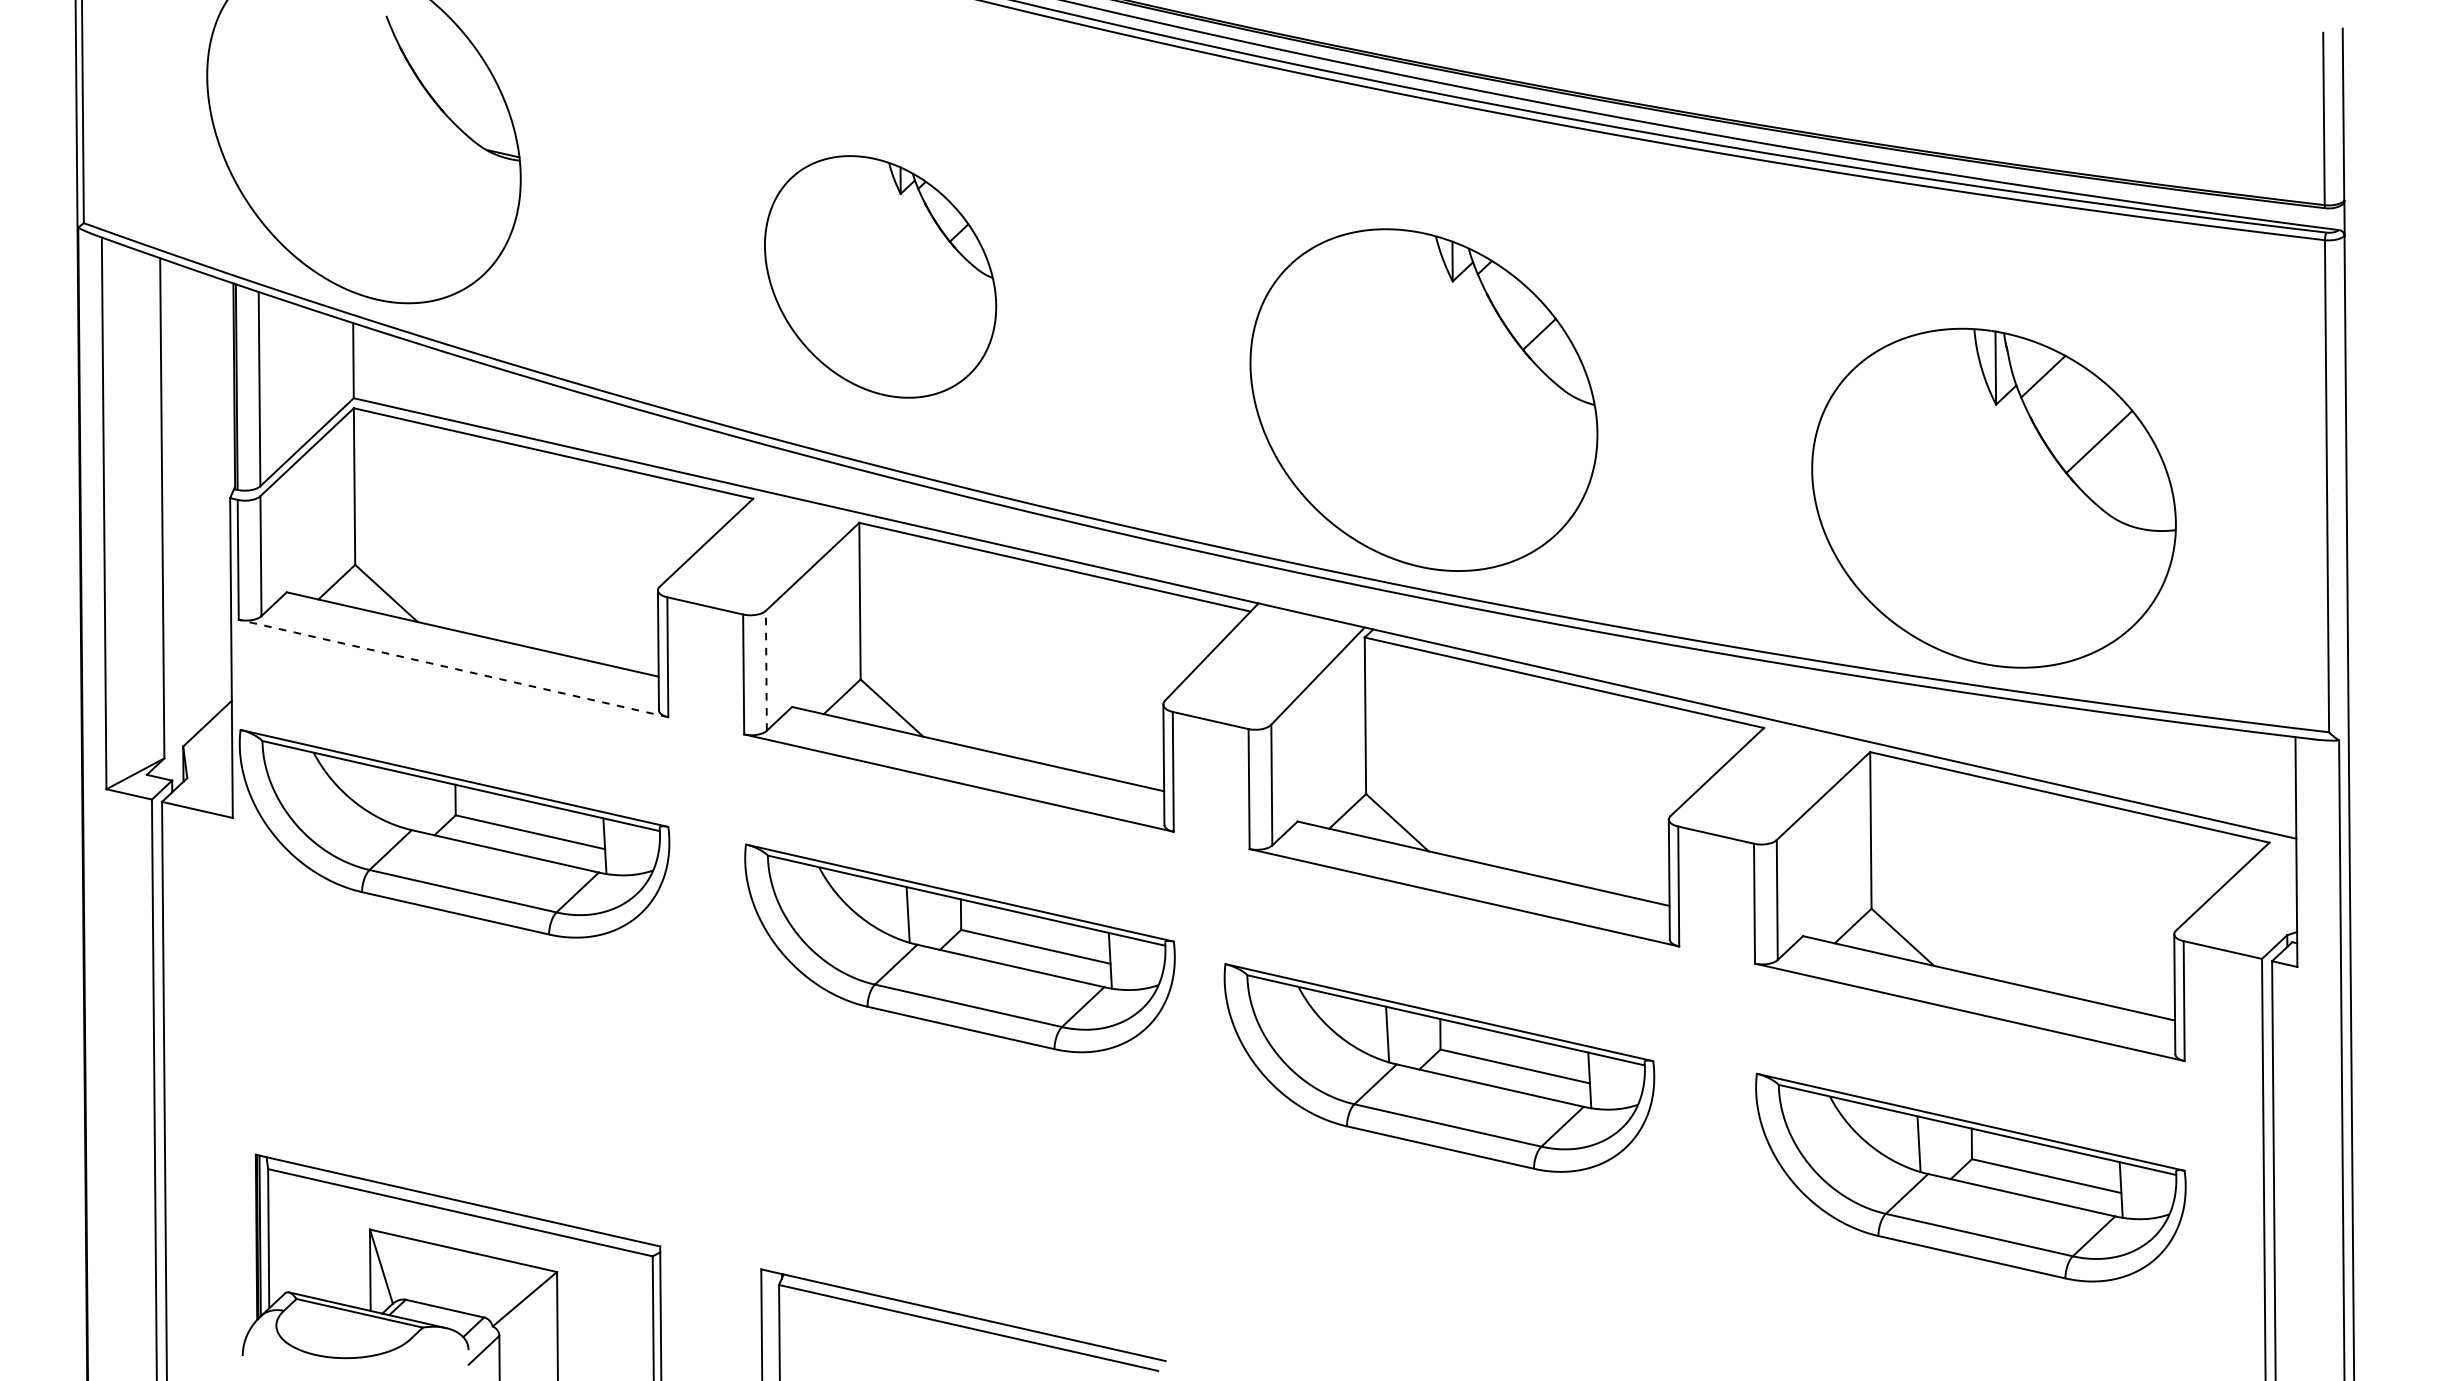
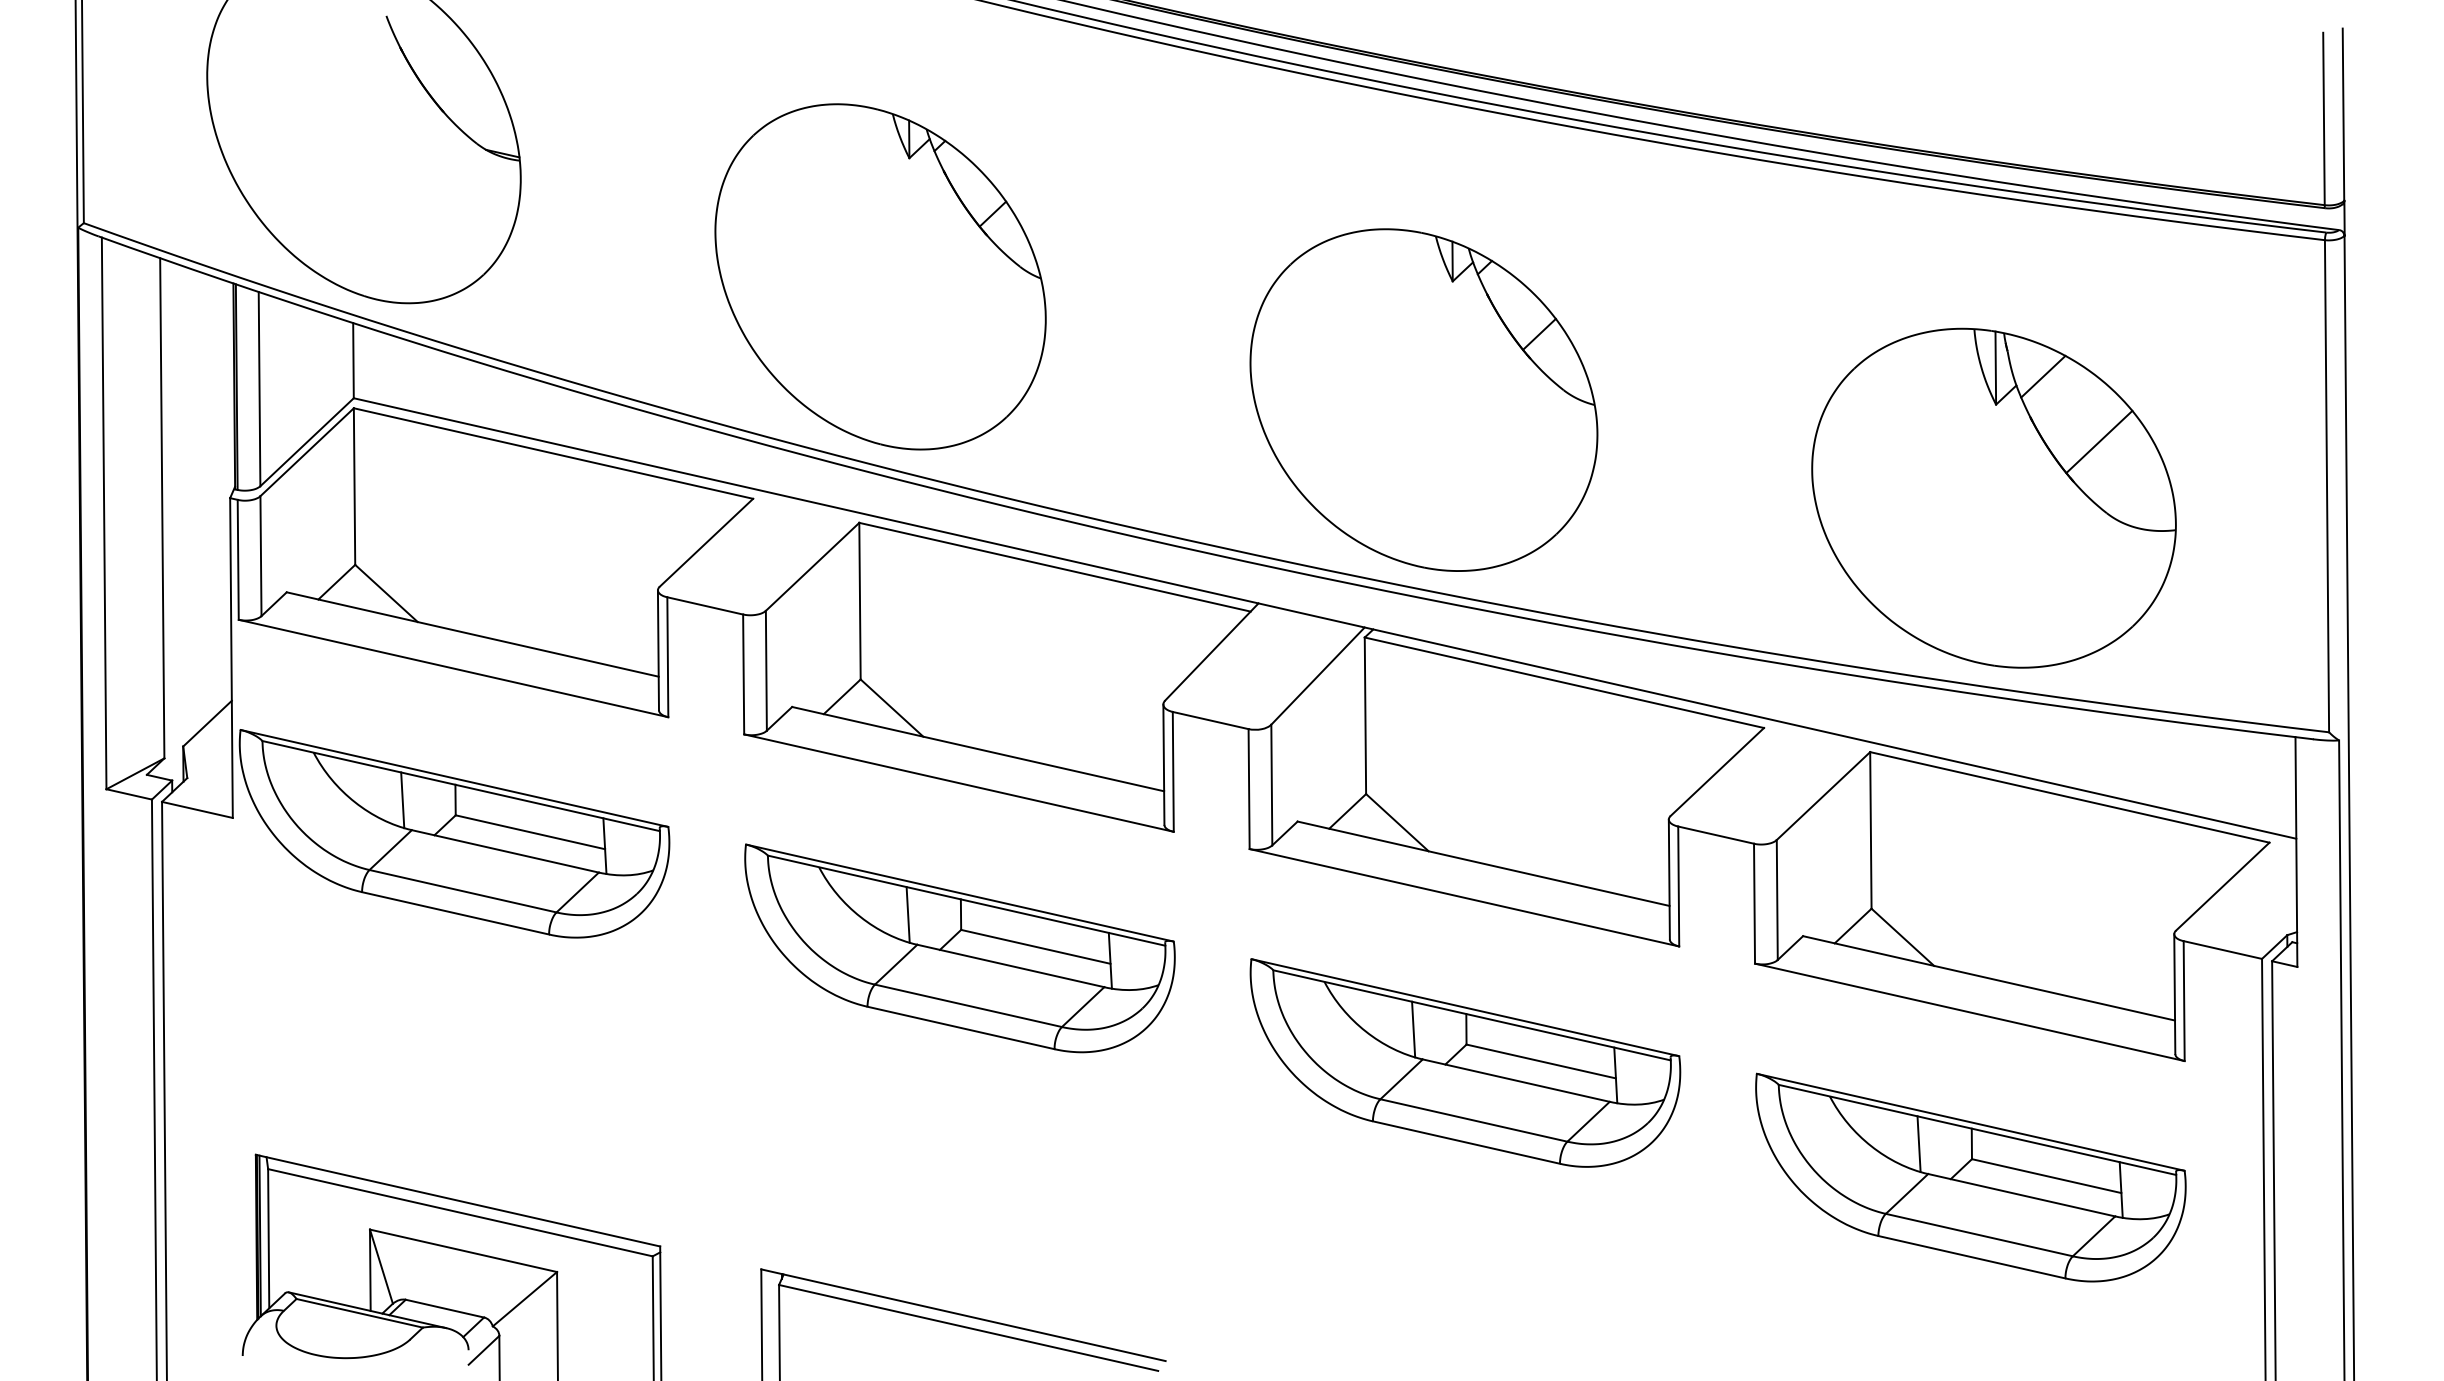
part at (880, 276) size: 234x244 px -> 333x348 px
line at (453, 668): dashed -> solid
line at (766, 670): dashed -> solid
line at (402, 800): none -> present
part at (1439, 1067) position: (1439, 1067) -> (1465, 1062)
